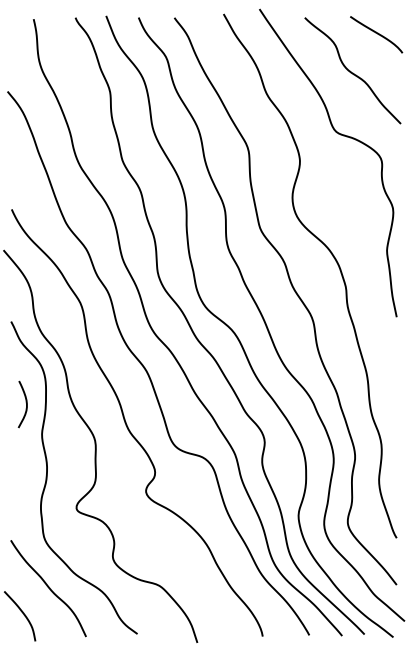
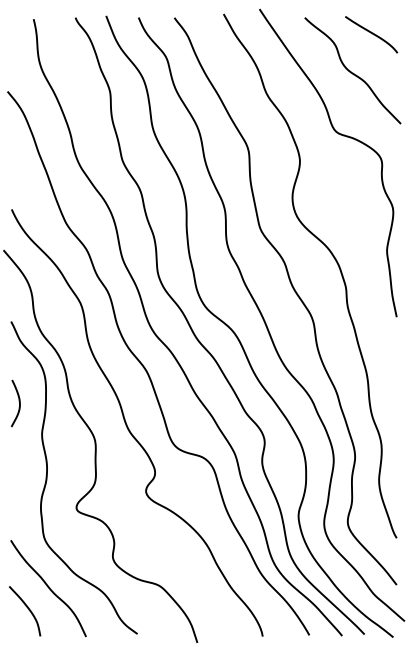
curve at (376, 33) position: (376, 33) -> (371, 33)
curve at (25, 402) position: (25, 402) -> (18, 401)
curve at (23, 615) position: (23, 615) -> (28, 610)
